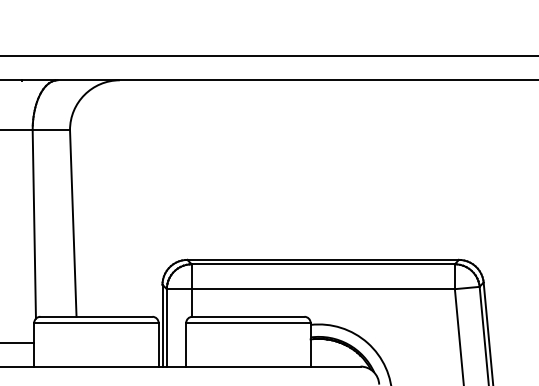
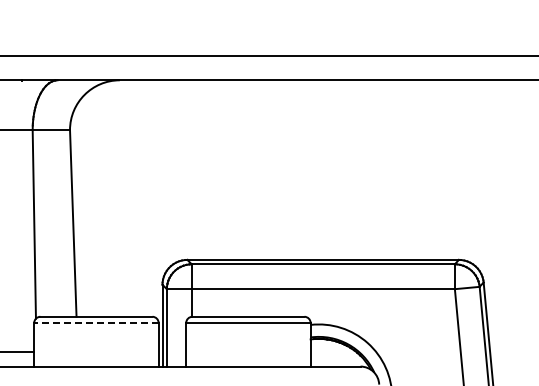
line at (95, 323): solid -> dashed
line at (18, 342) position: (18, 342) -> (18, 351)
